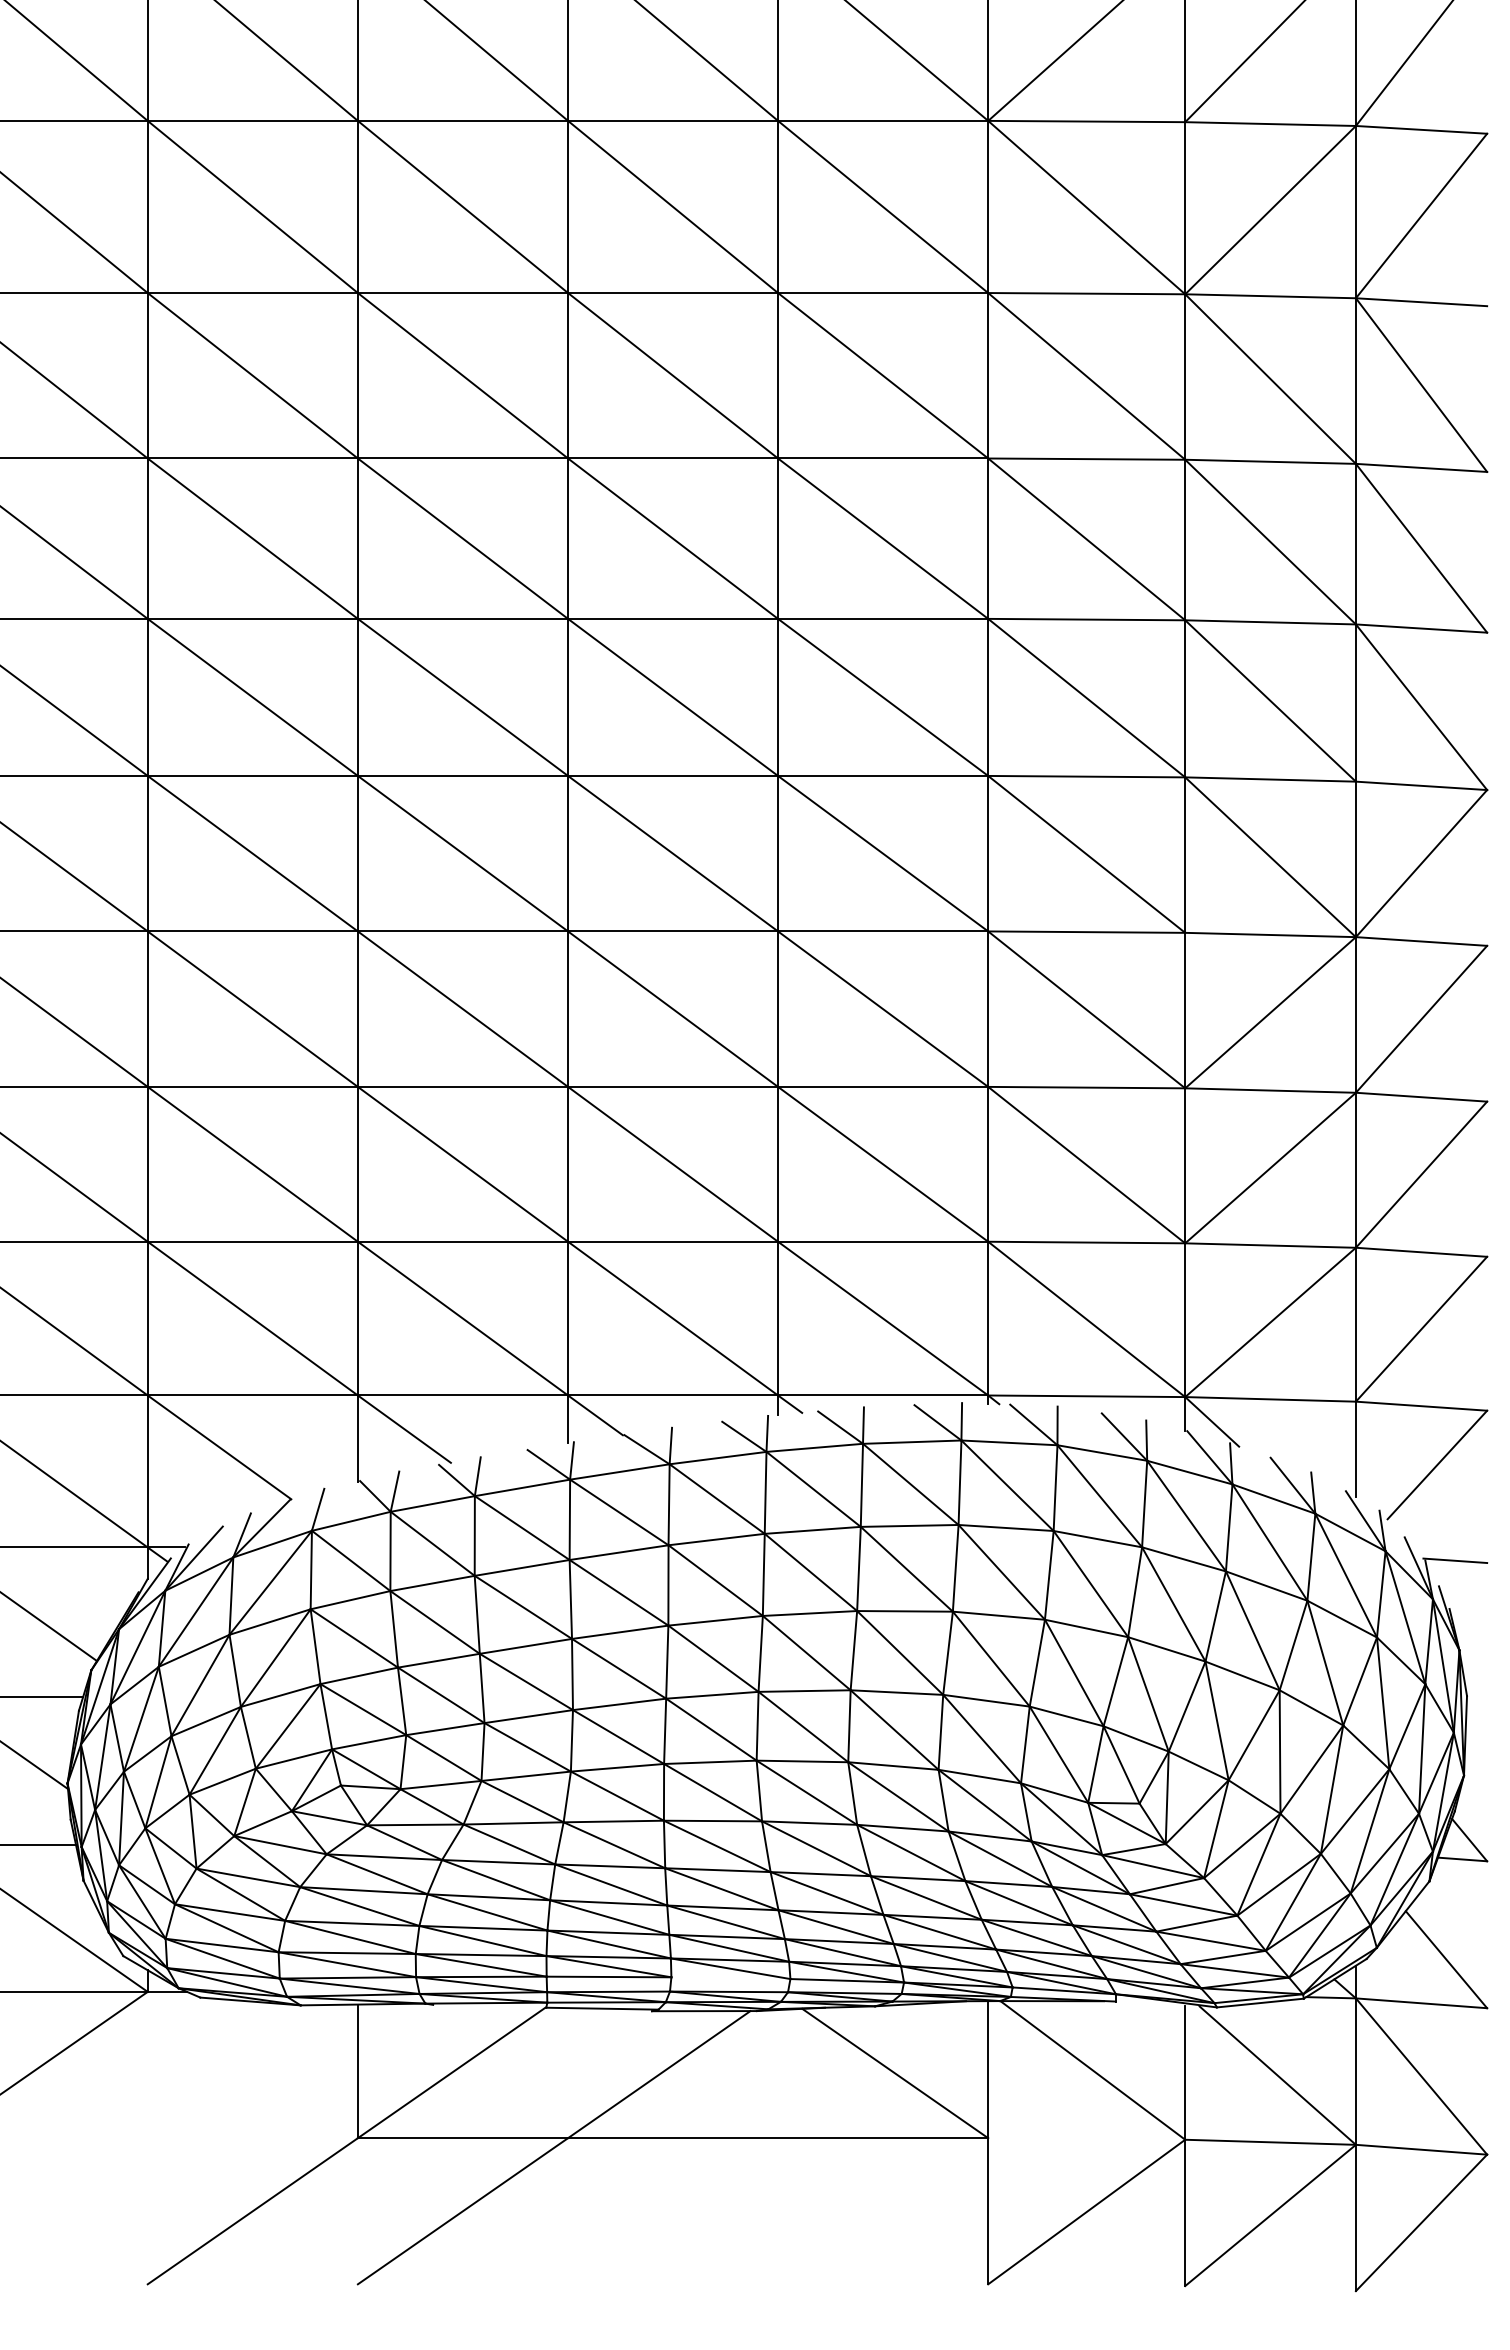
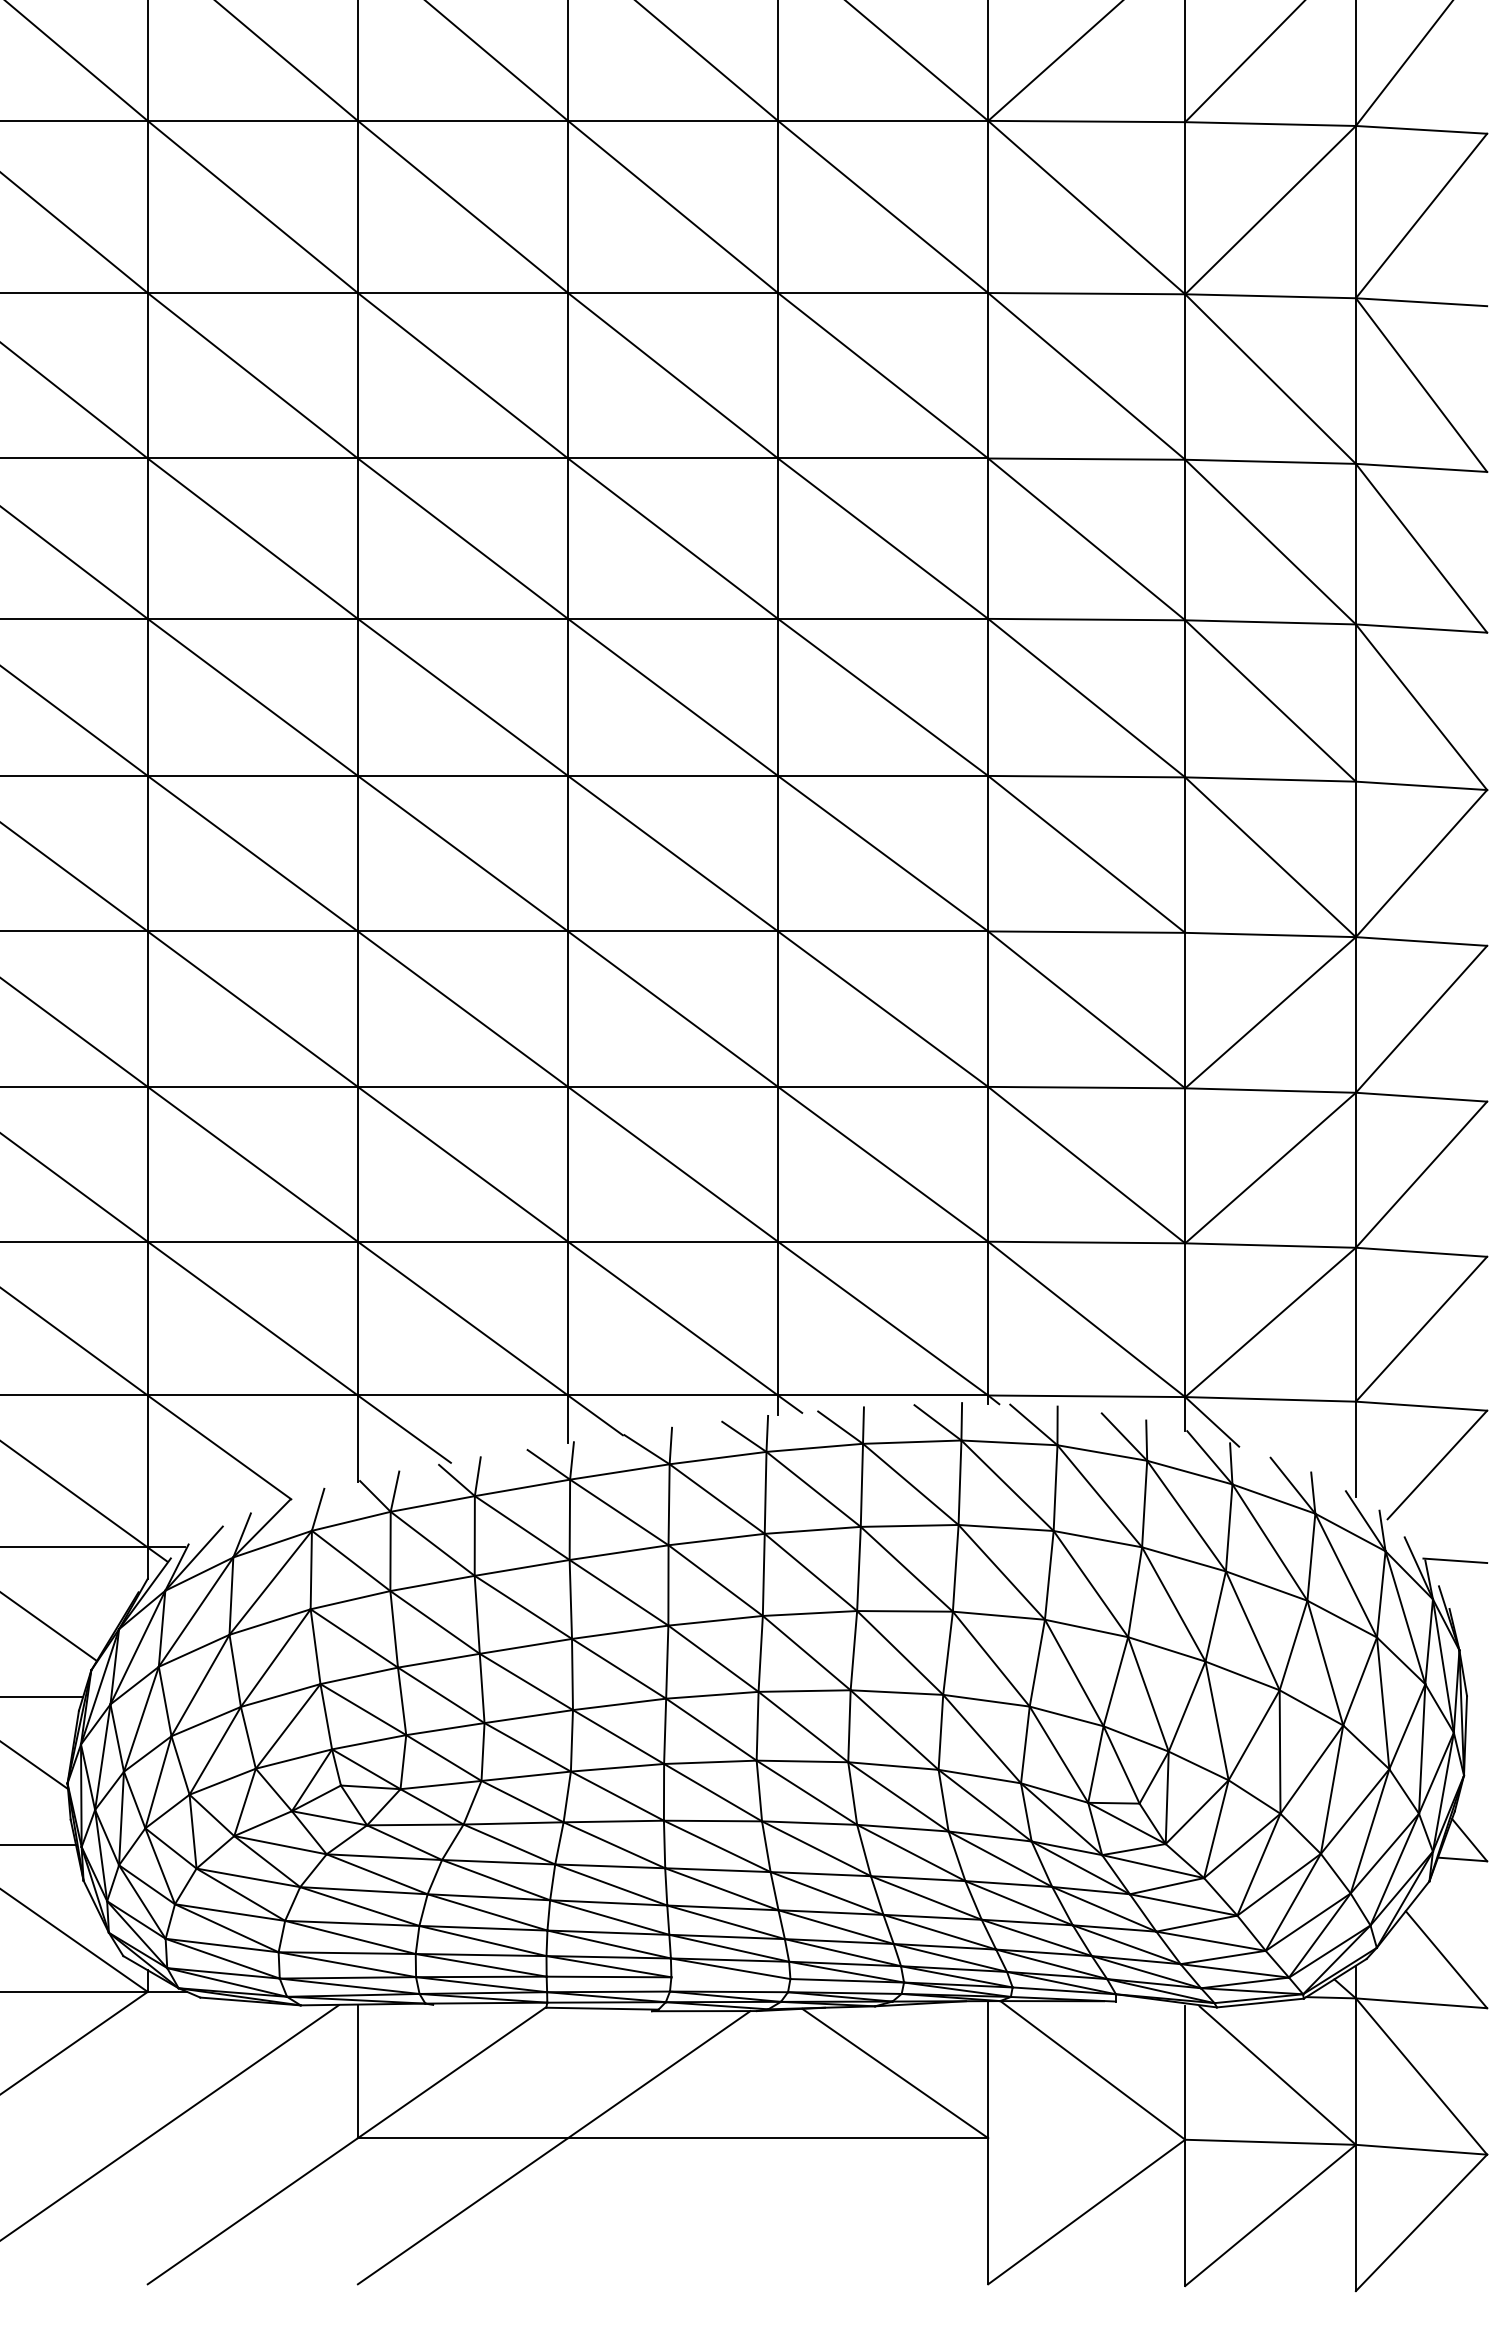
line at (170, 2122): none -> present
